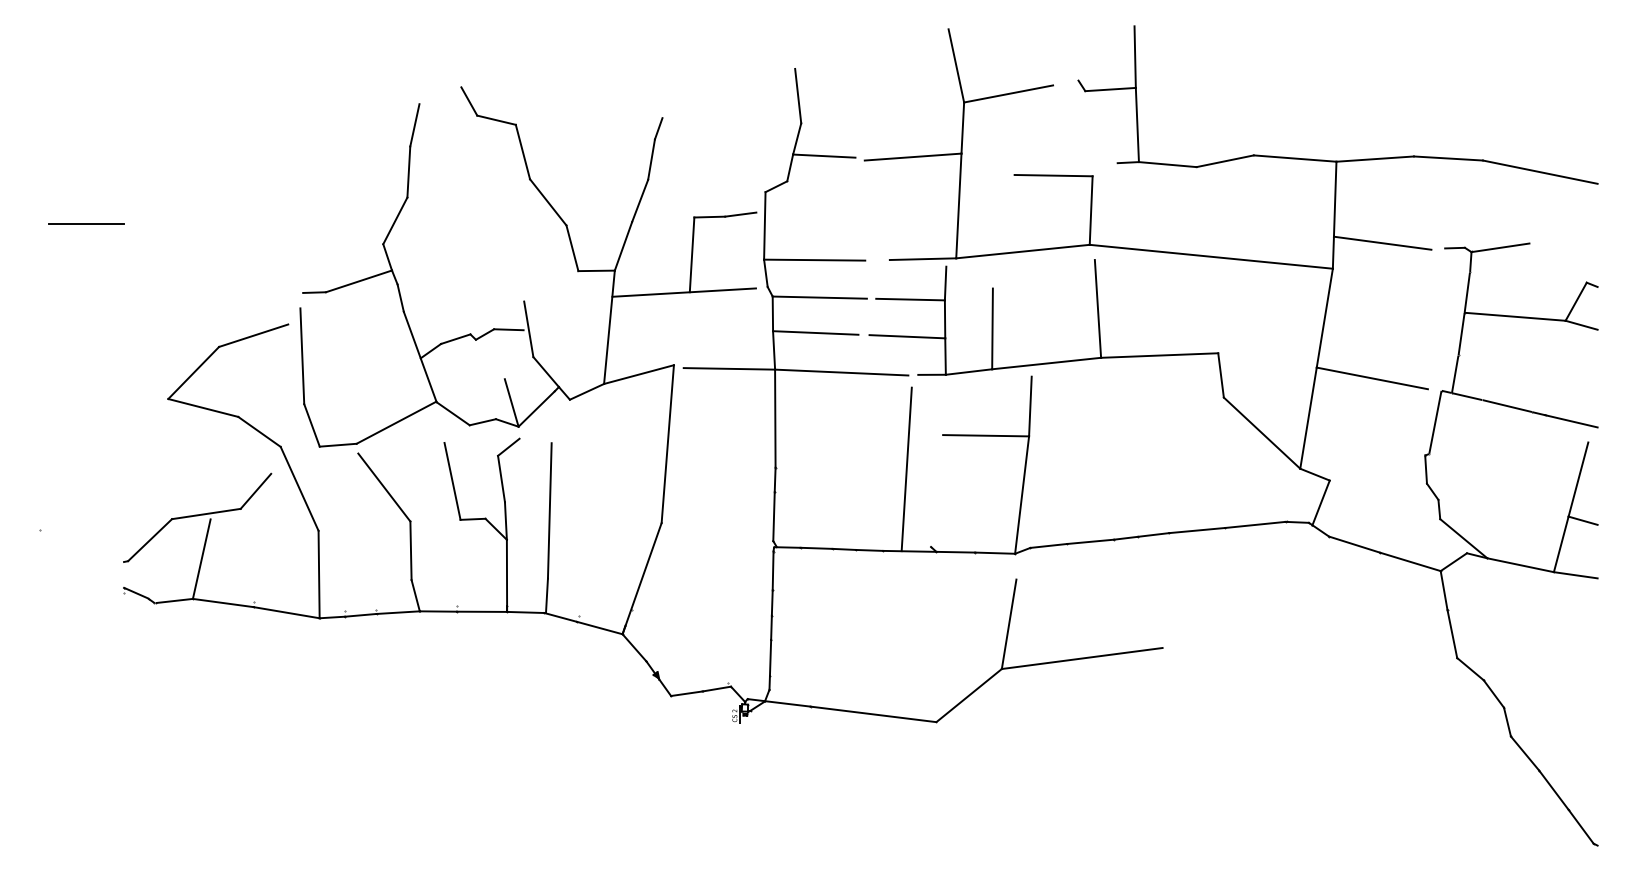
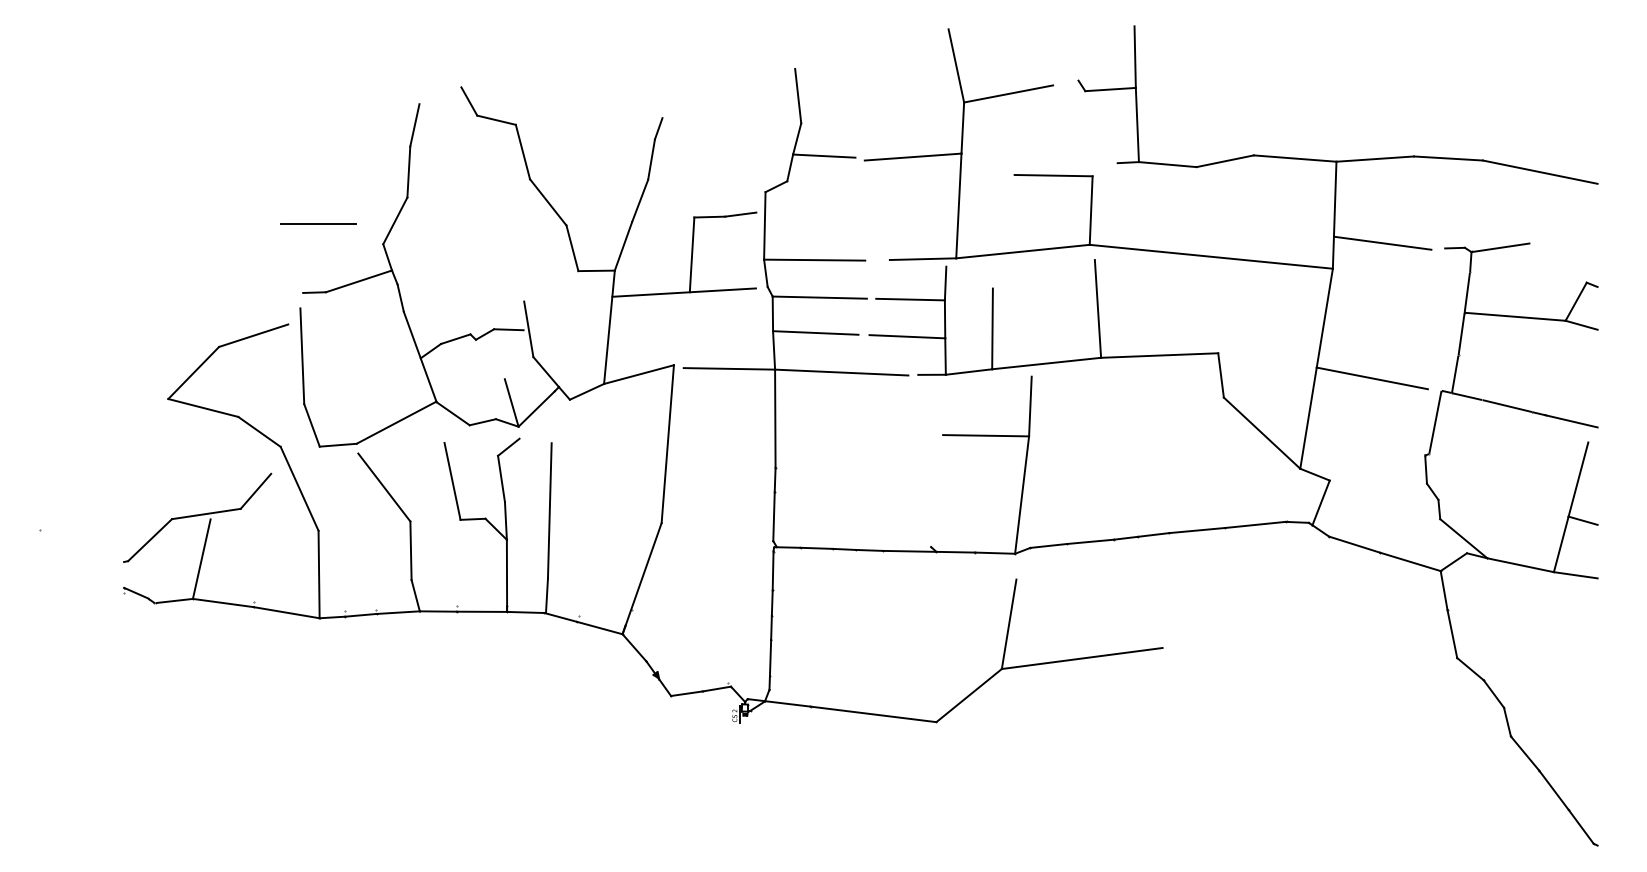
line at (86, 223) position: (86, 223) -> (318, 223)
line at (906, 469): present -> none
